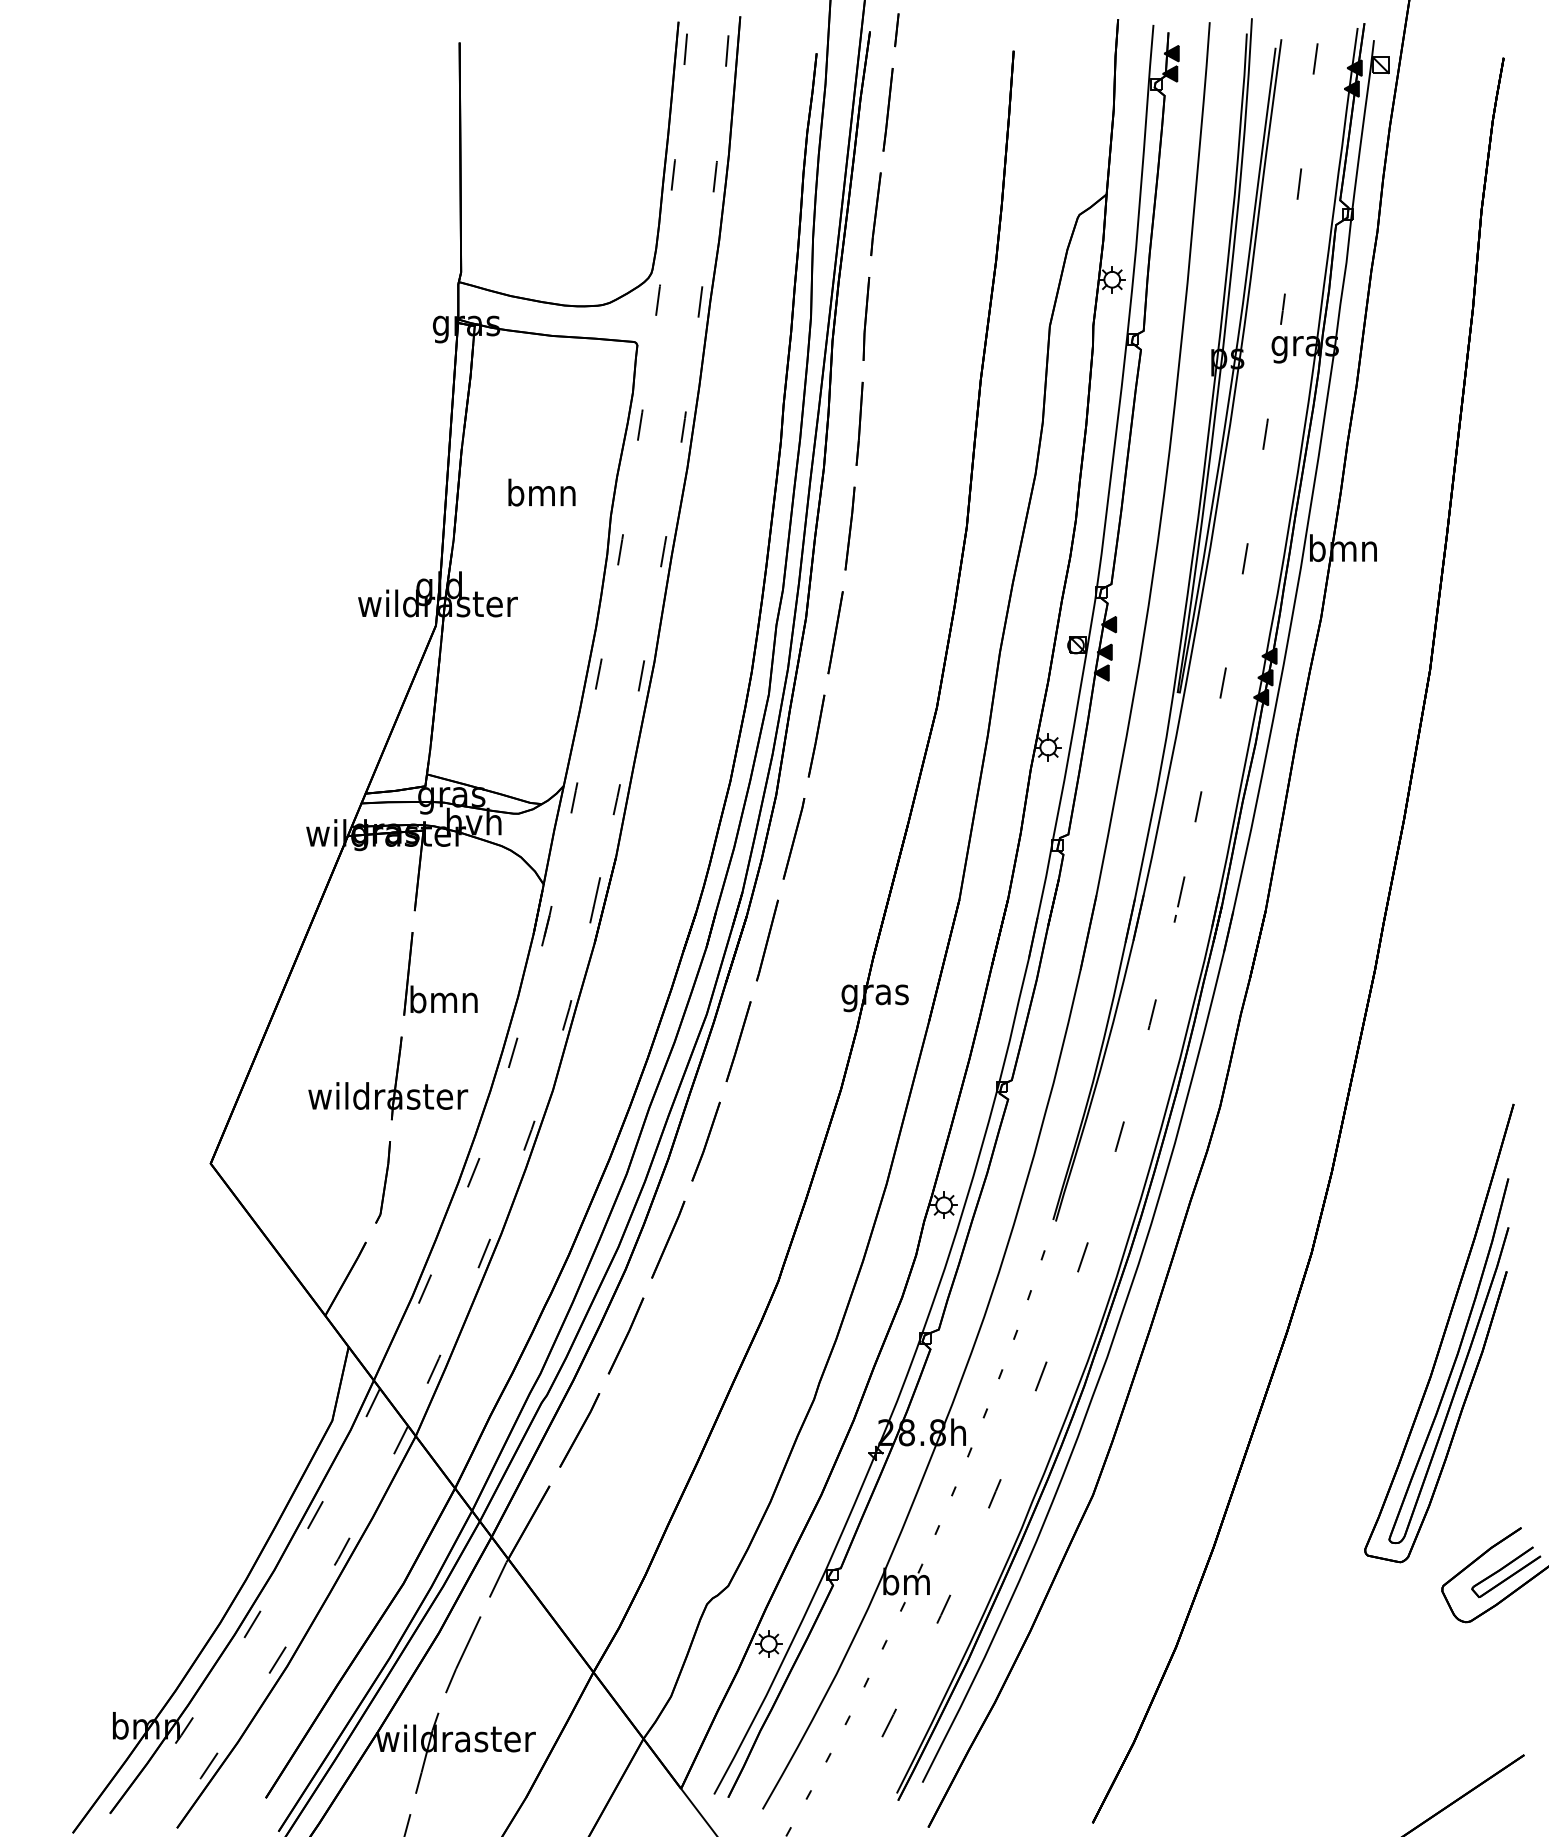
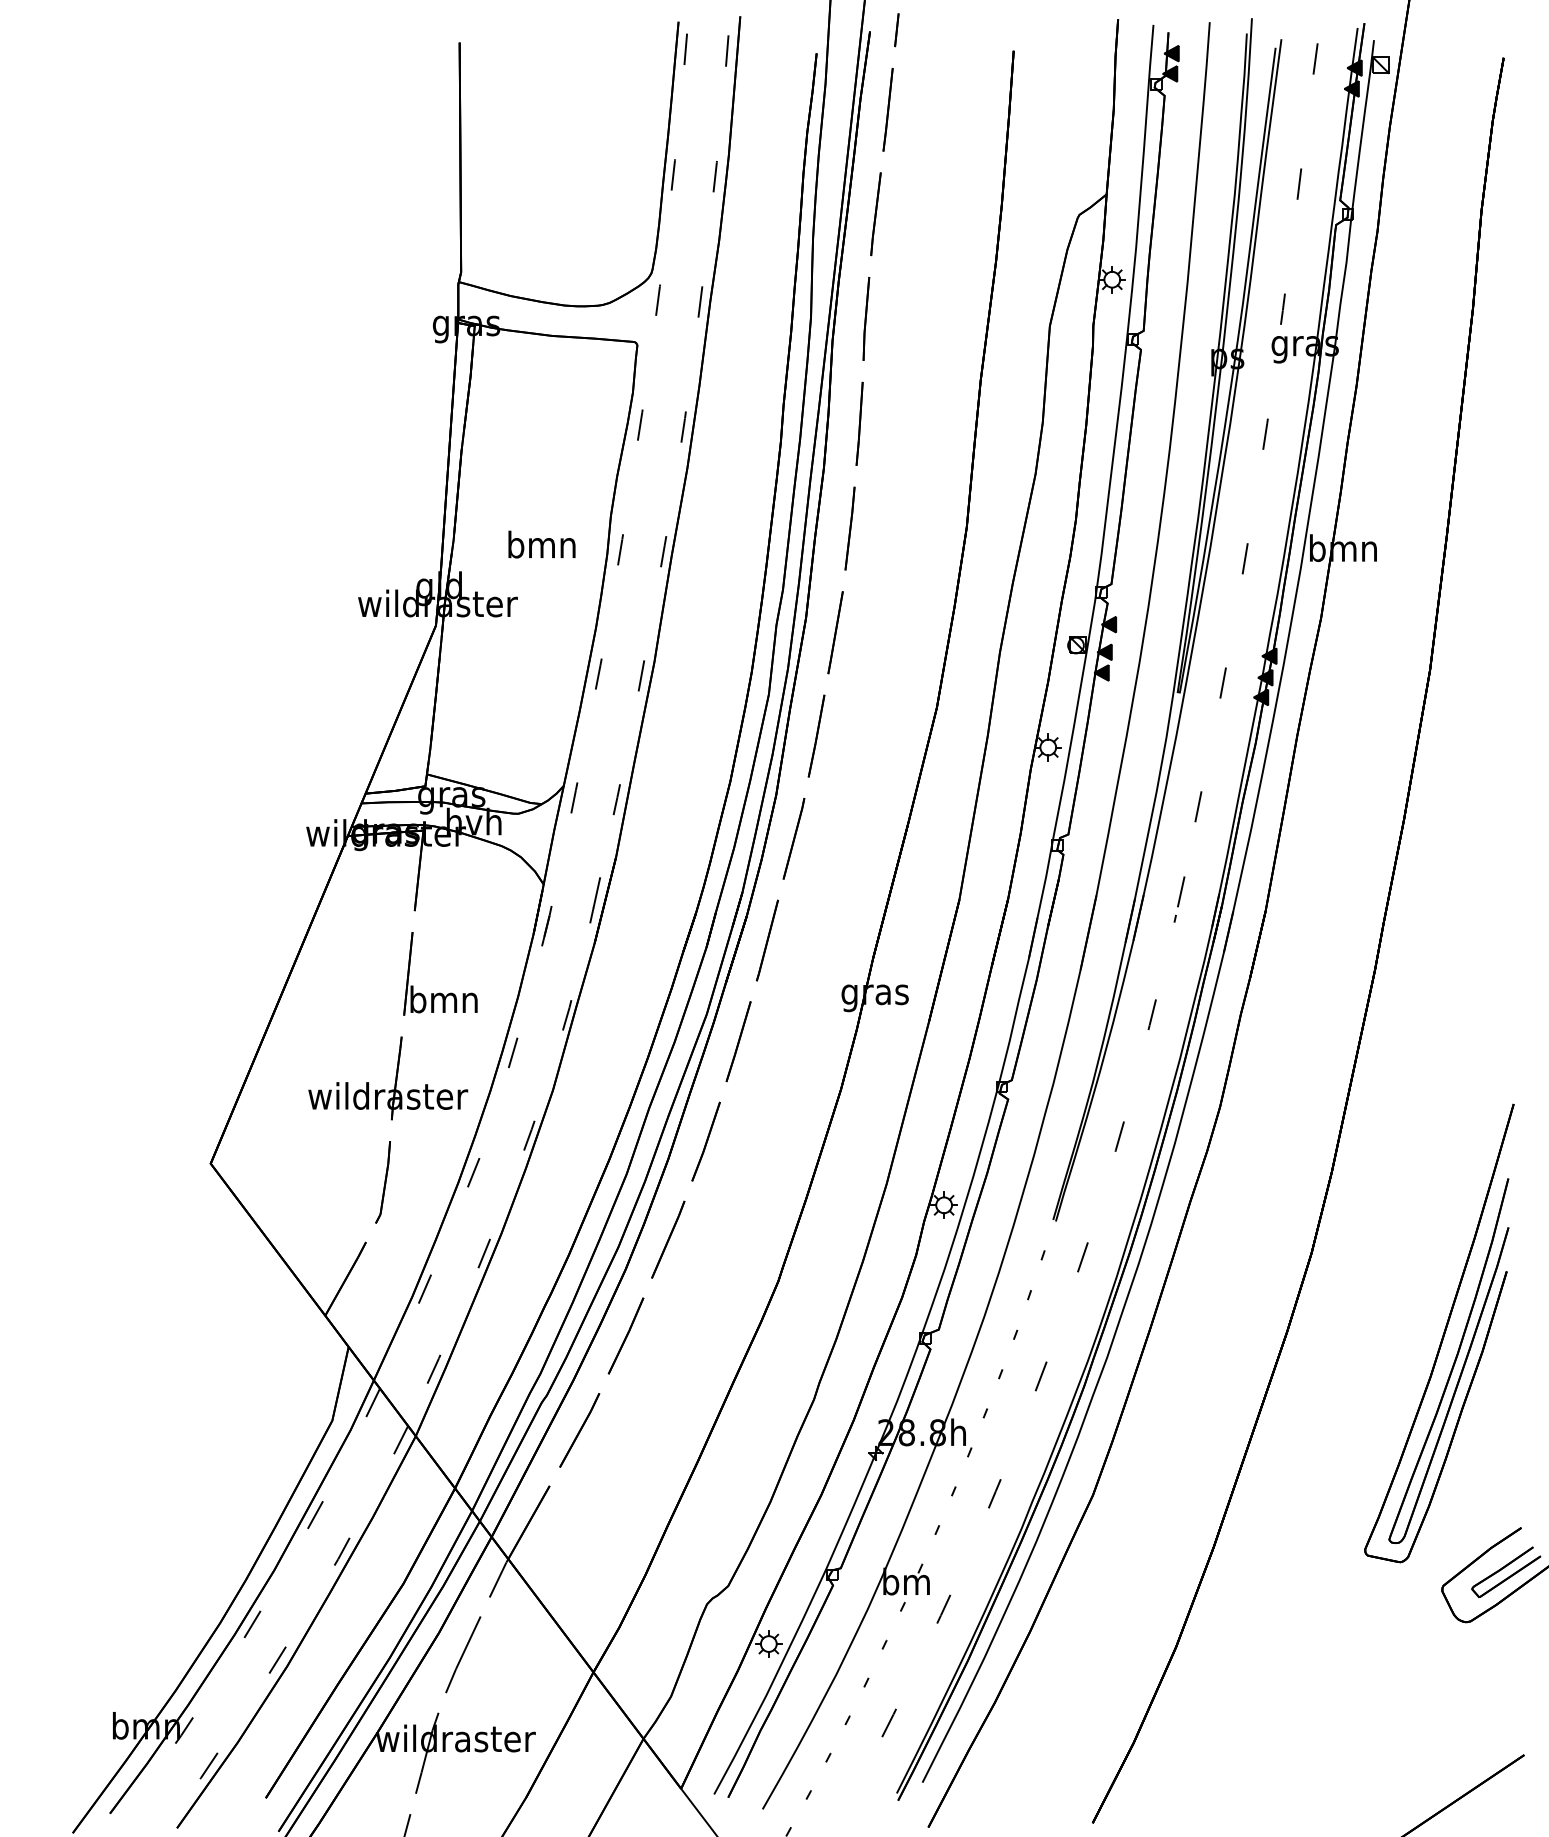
text at (541, 492) position: (541, 492) -> (541, 544)
